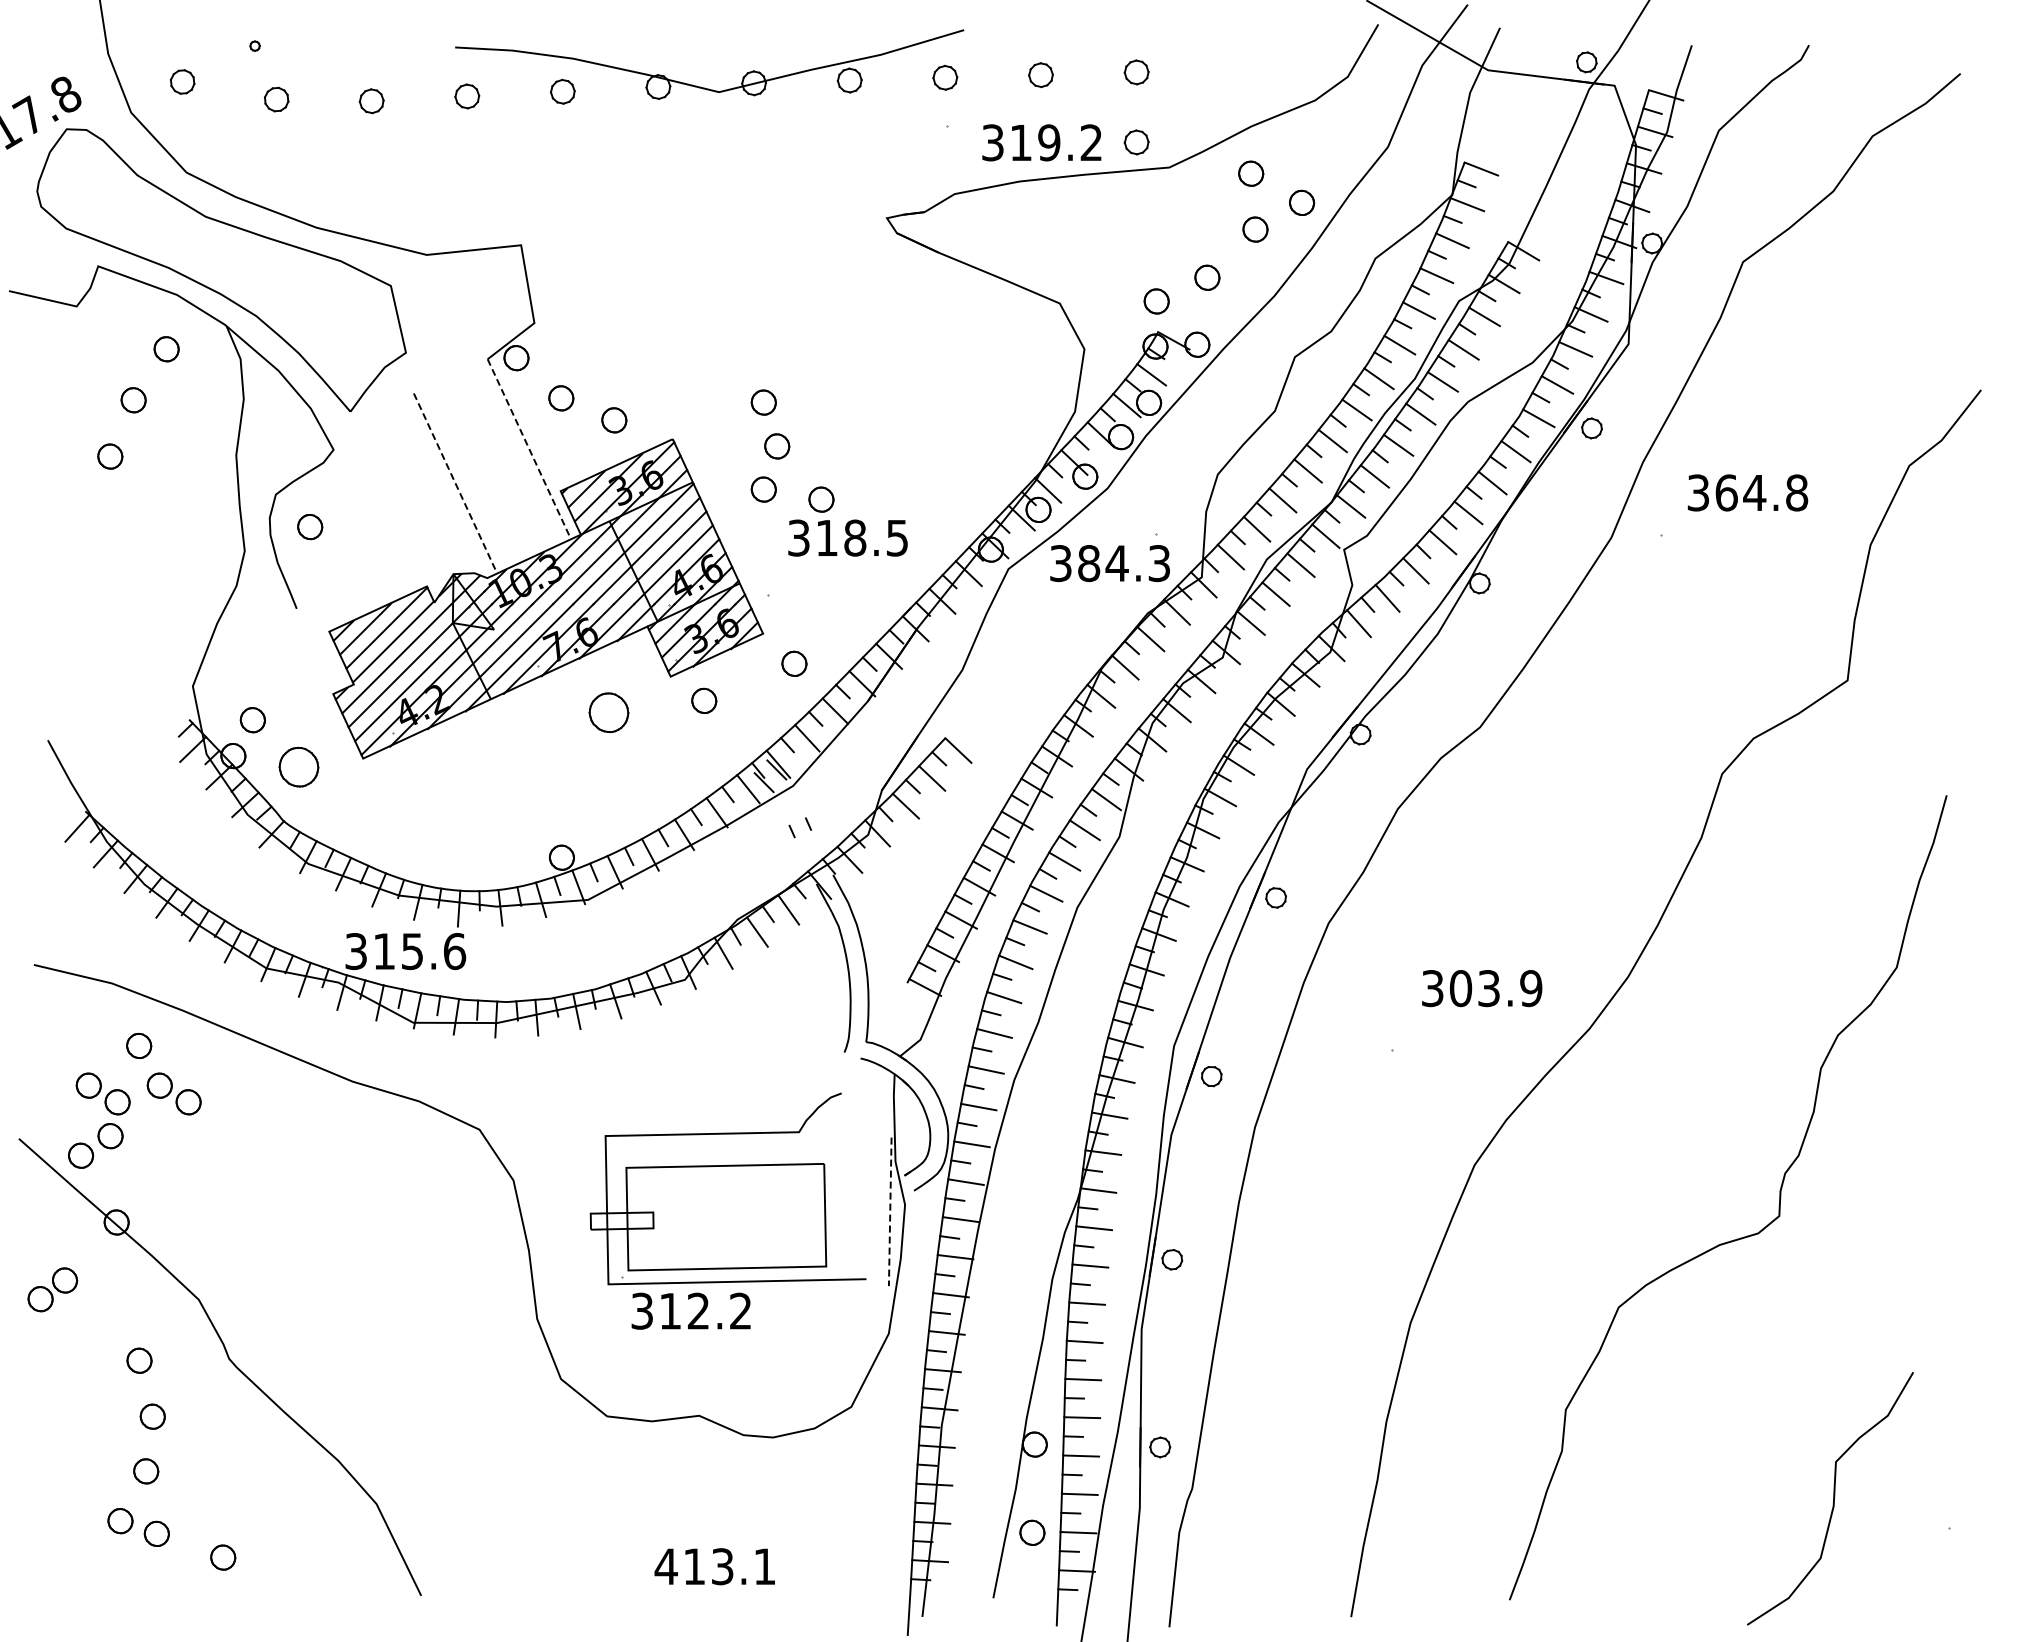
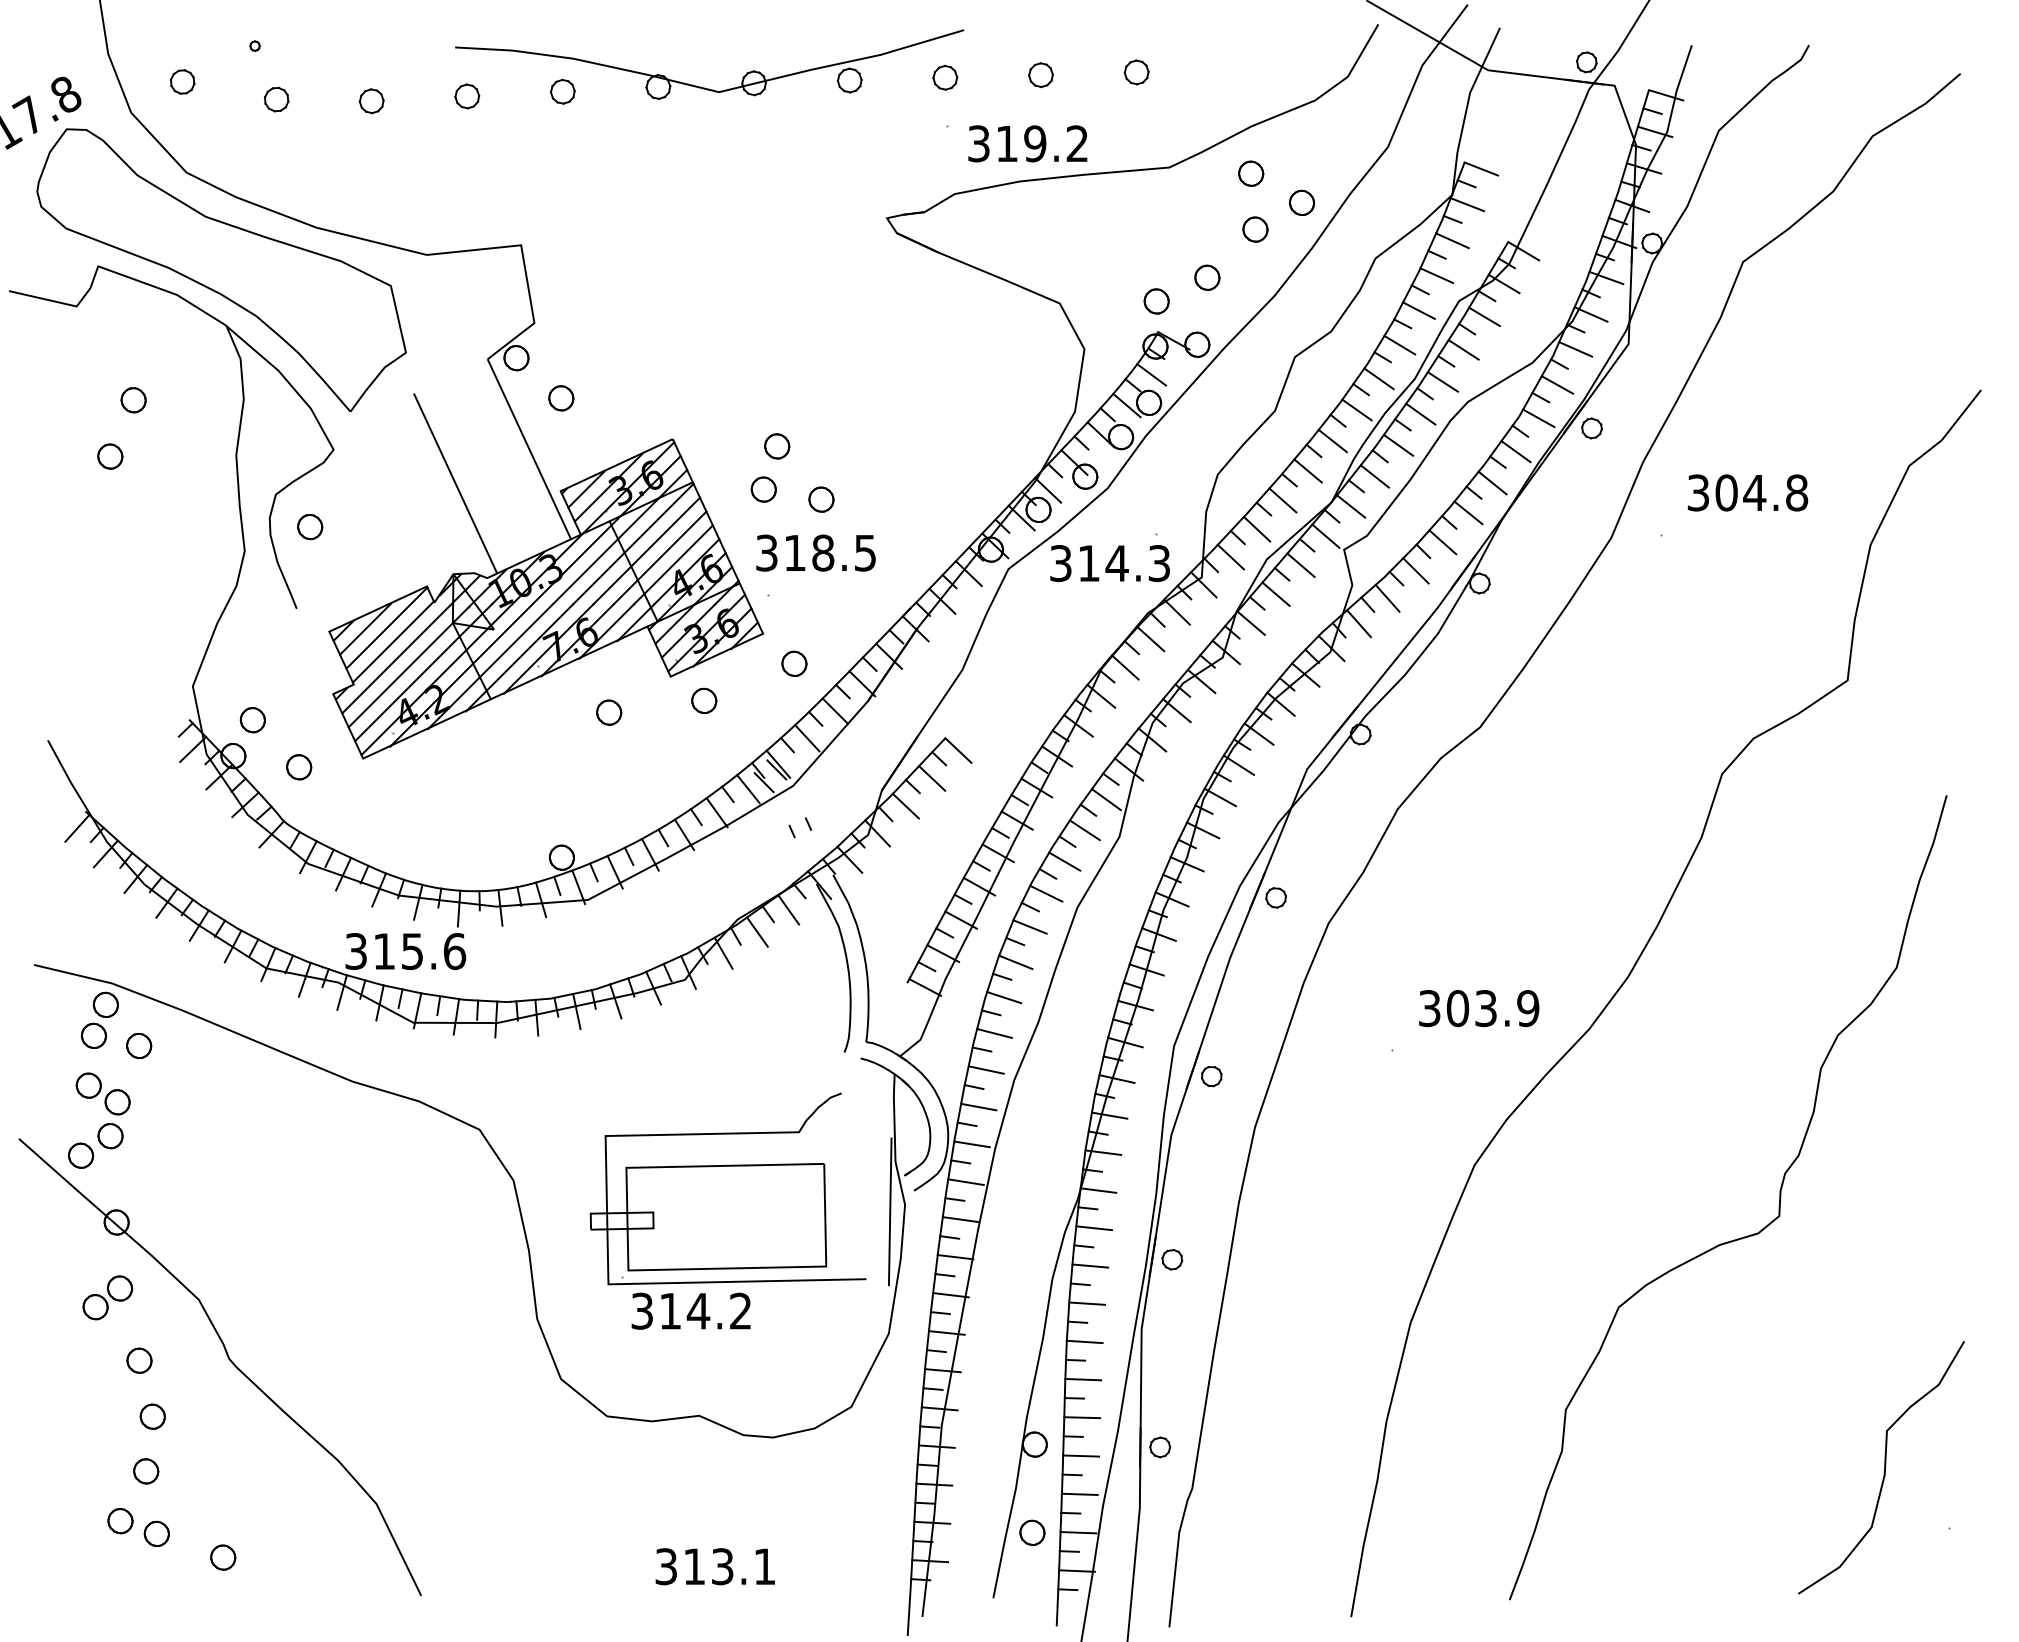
text at (1041, 142) position: (1041, 142) -> (1027, 143)
part at (1136, 142): present -> none
part at (166, 349): present -> none
part at (763, 402): present -> none
part at (614, 420): present -> none
line at (529, 449): dashed -> solid
line at (455, 483): dashed -> solid
text at (1726, 492): 364.8 -> 304.8
text at (847, 537) position: (847, 537) -> (815, 552)
text at (1089, 563): 384.3 -> 314.3
part at (608, 712) size: 42x41 px -> 27x27 px
part at (298, 766) size: 42x42 px -> 27x27 px
text at (1482, 988) position: (1482, 988) -> (1479, 1008)
part at (99, 1019): none -> present
part at (173, 1093): present -> none
line at (890, 1212): dashed -> solid
part at (52, 1289) position: (52, 1289) -> (107, 1297)
text at (698, 1310): 312.2 -> 314.2
curve at (1833, 1498) position: (1833, 1498) -> (1884, 1467)
text at (665, 1566): 413.1 -> 313.1
